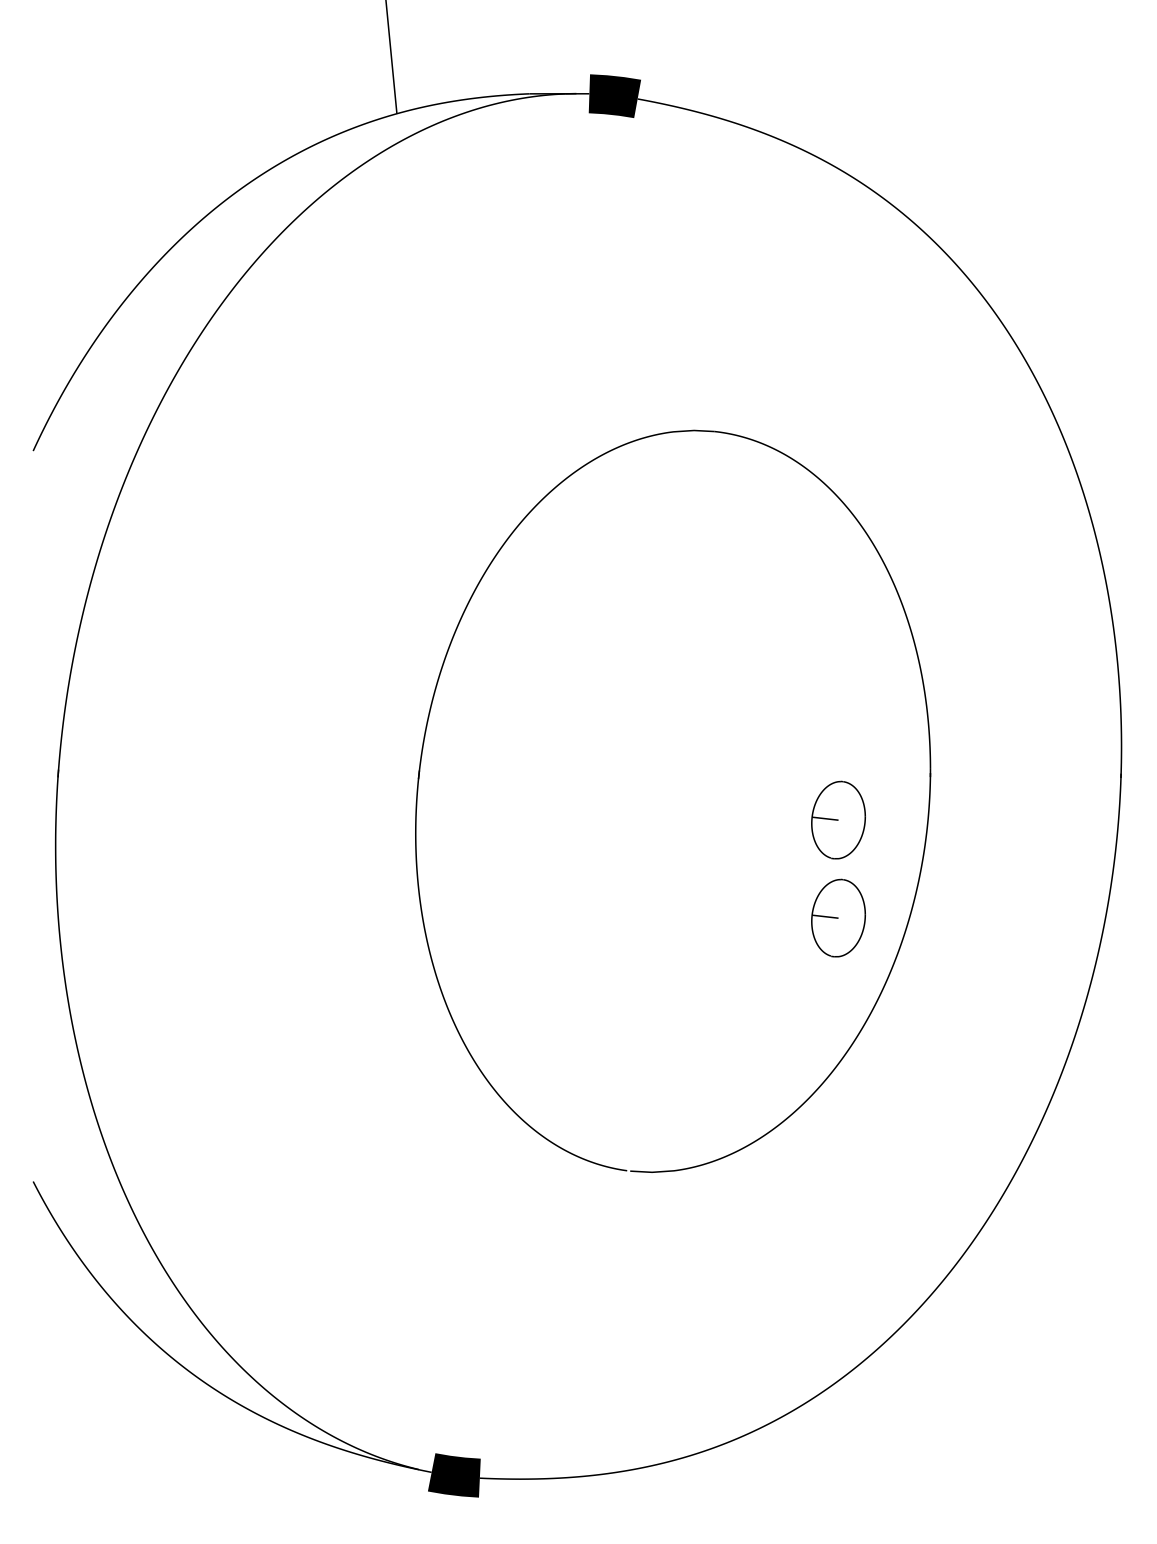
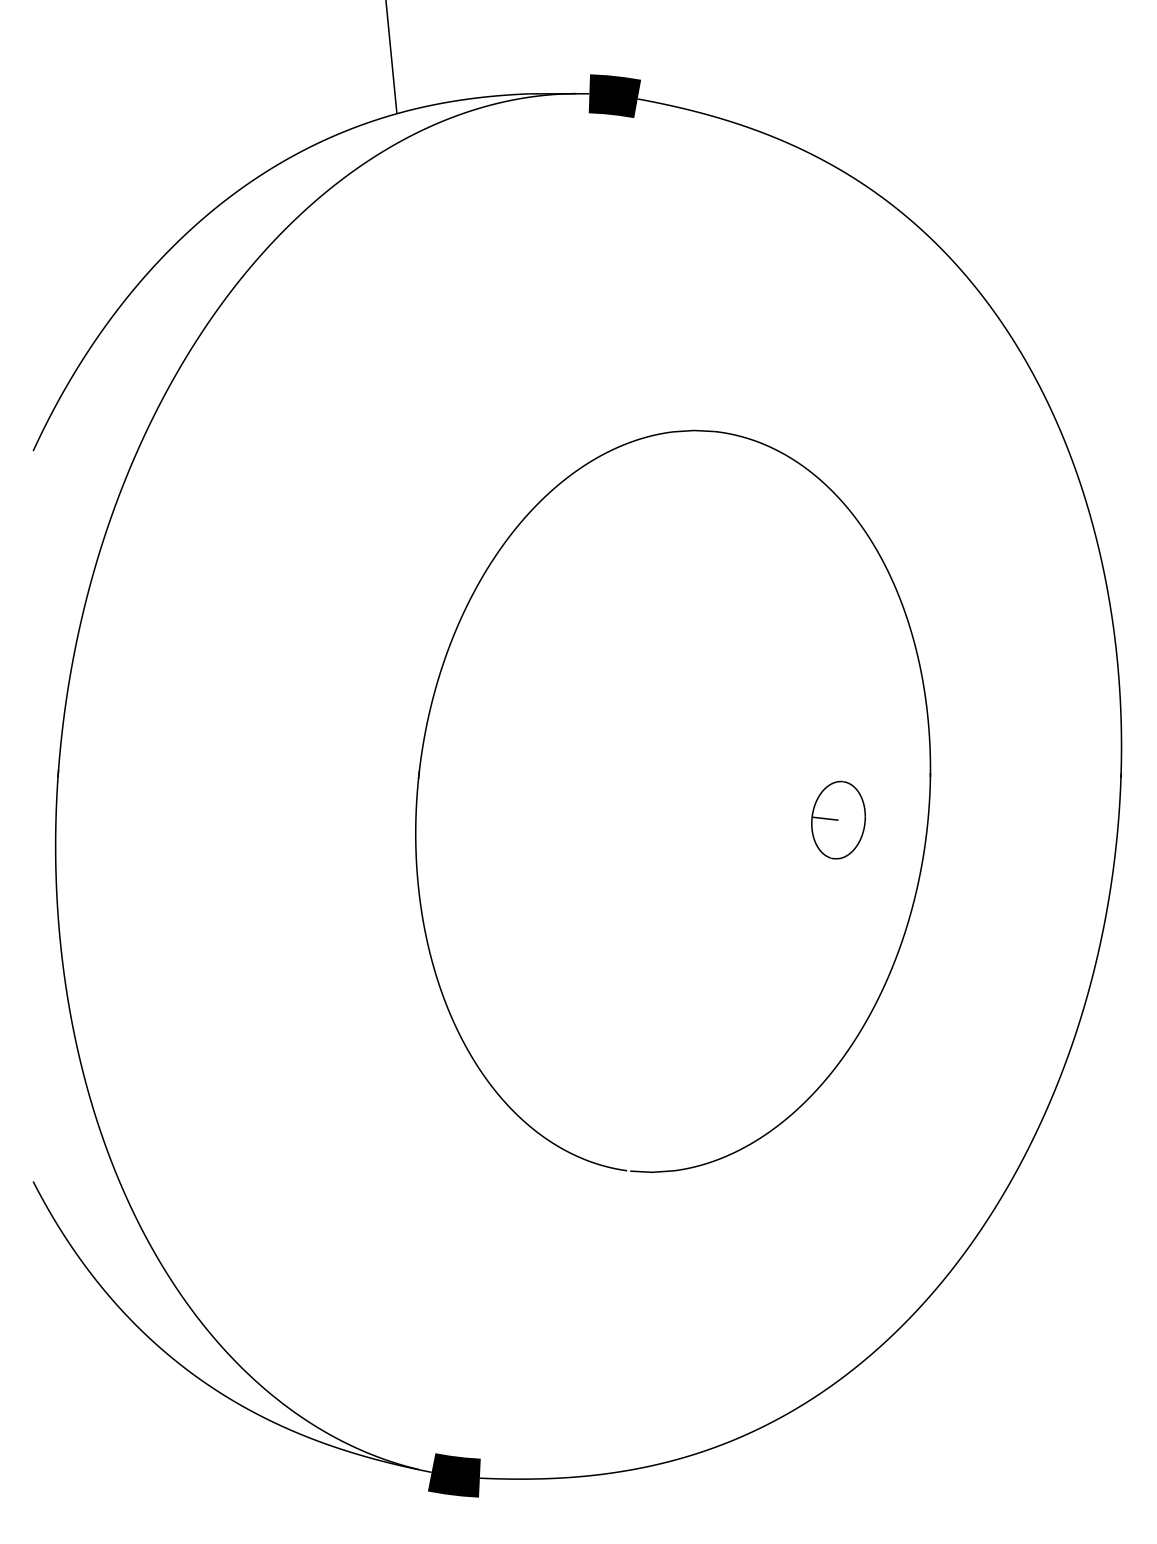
part at (838, 917): present -> none
